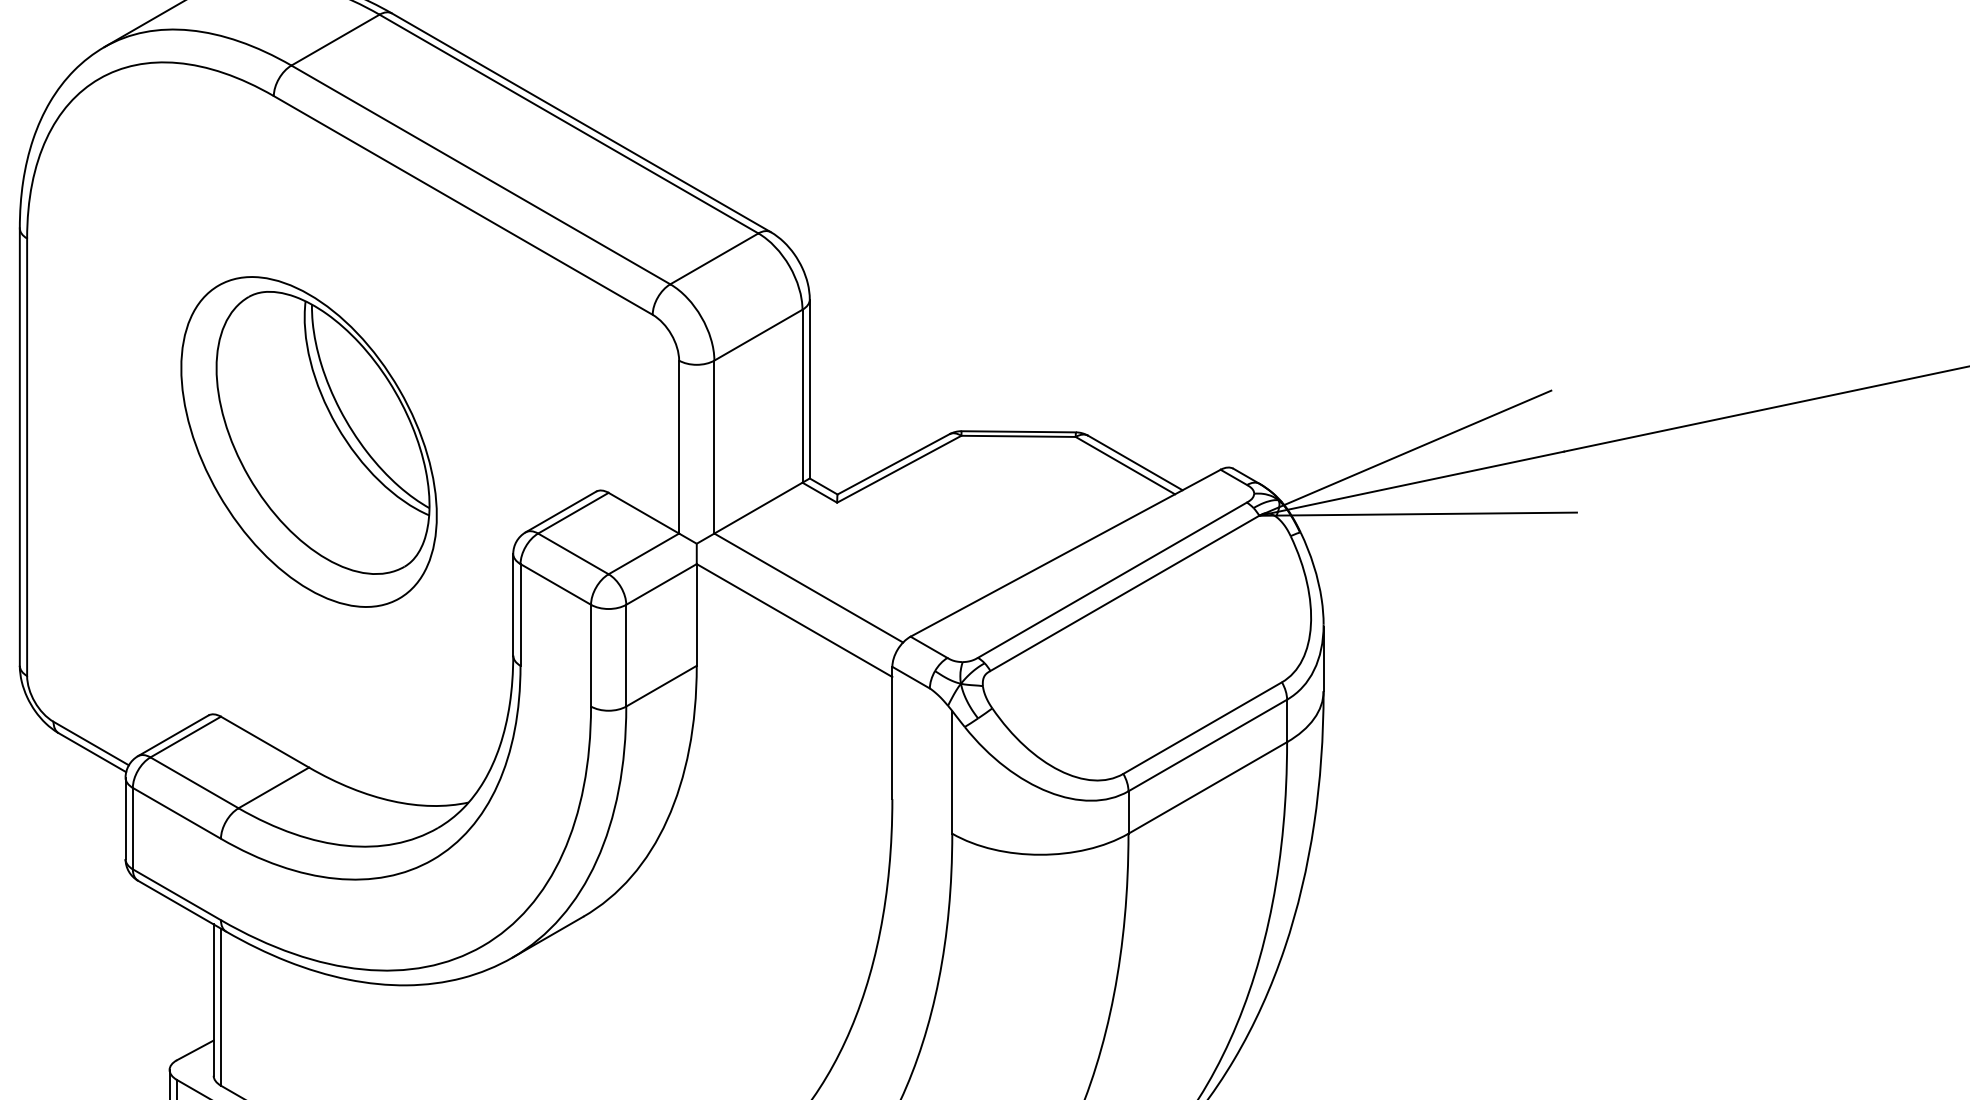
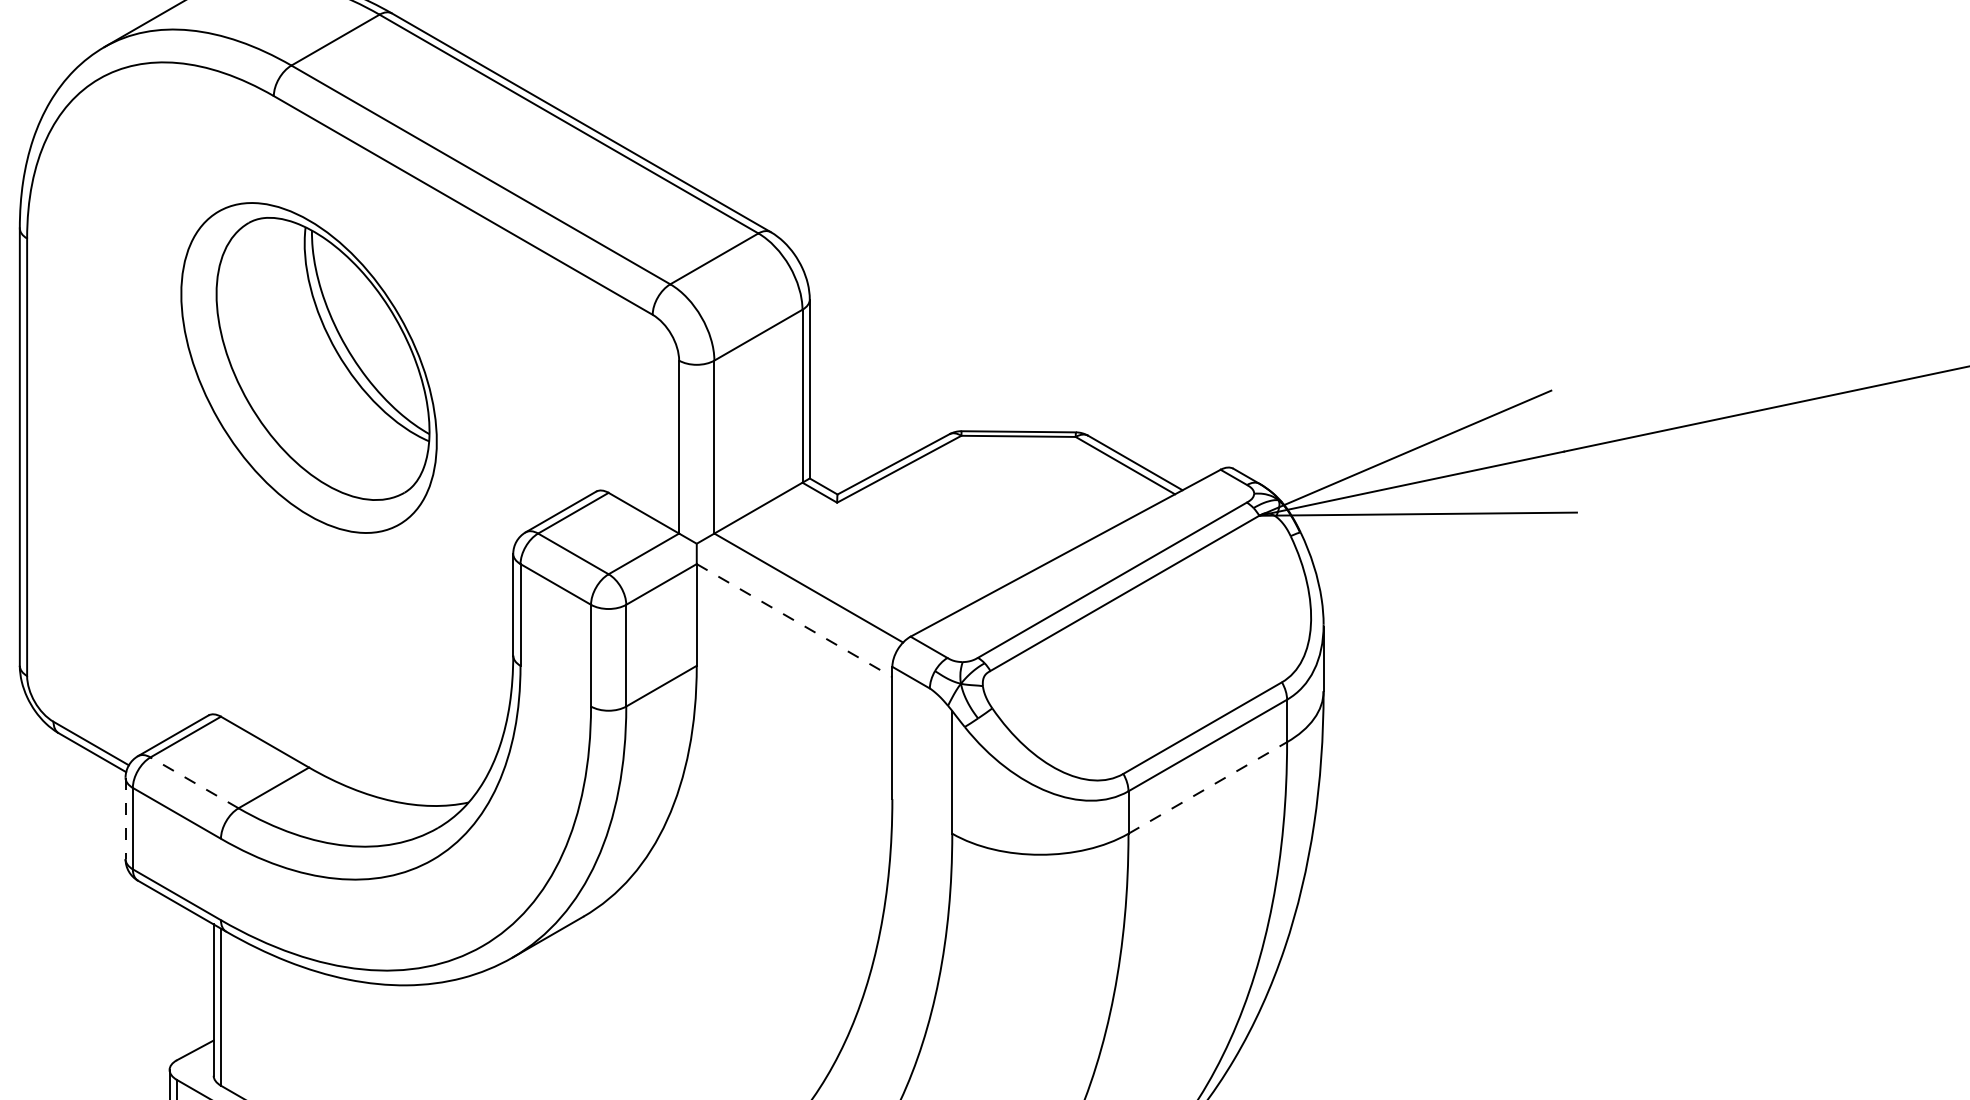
part at (308, 441) position: (308, 441) -> (308, 367)
line at (794, 620): solid -> dashed
line at (194, 782): solid -> dashed
line at (1207, 787): solid -> dashed
line at (125, 818): solid -> dashed
